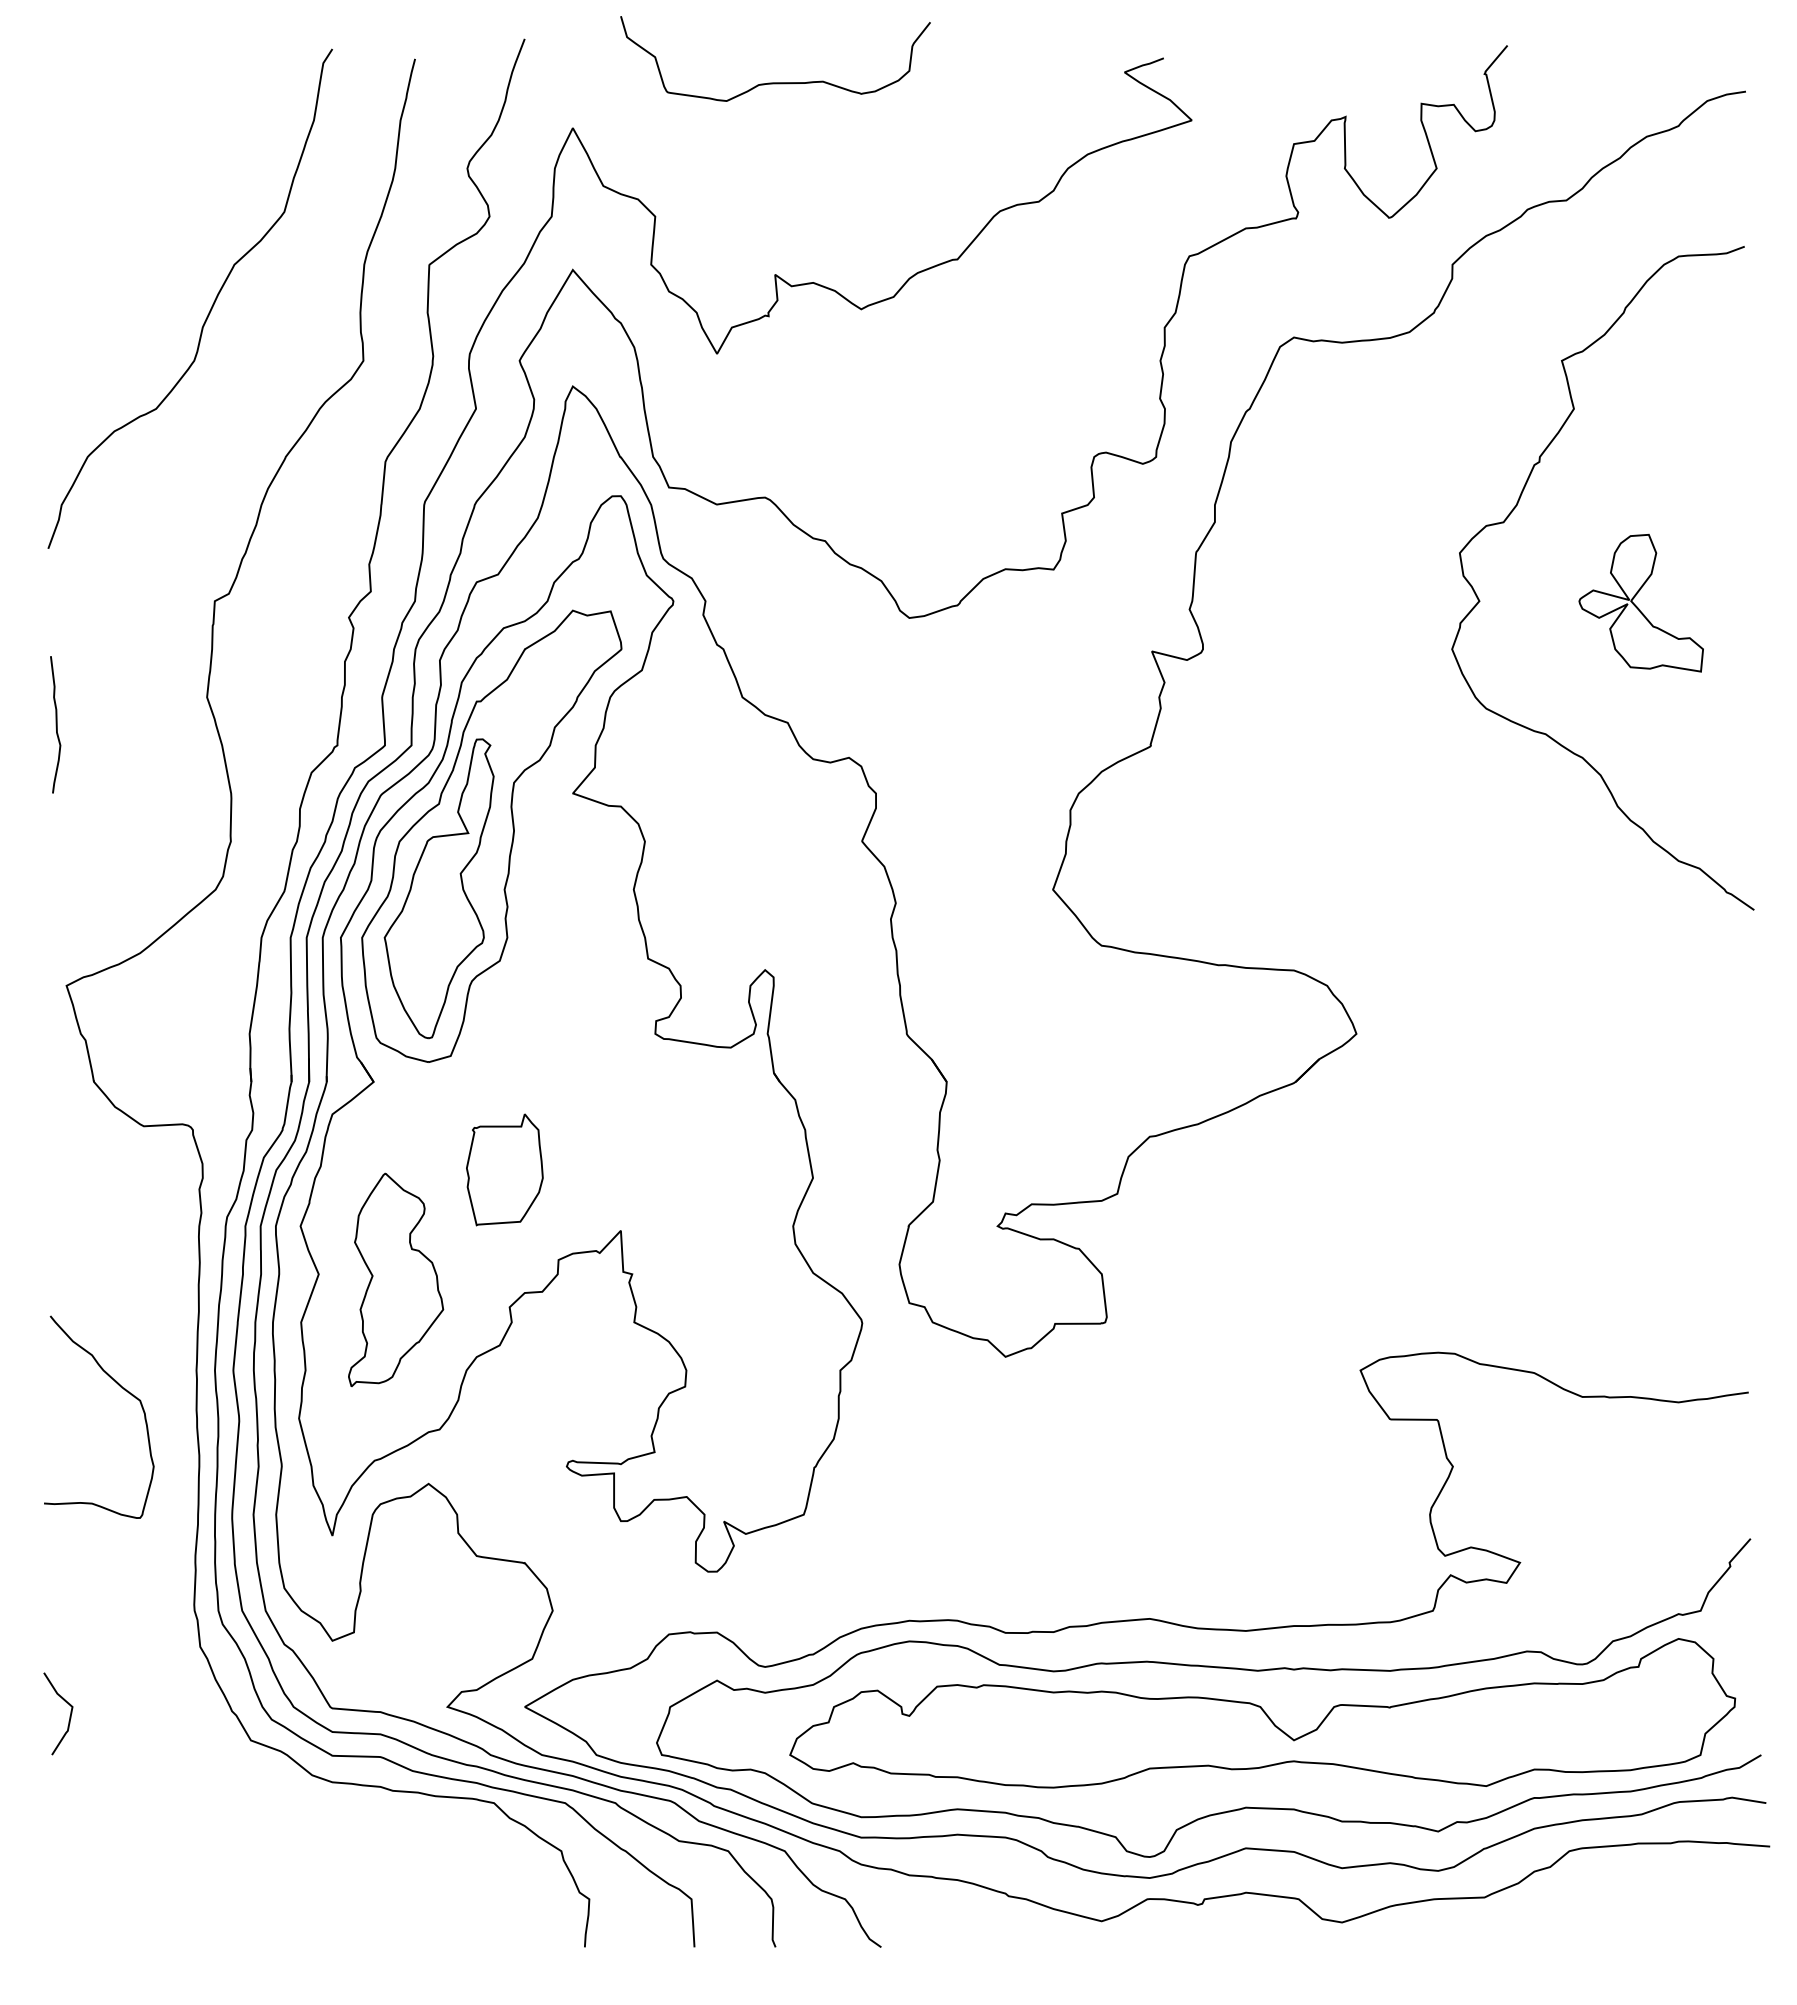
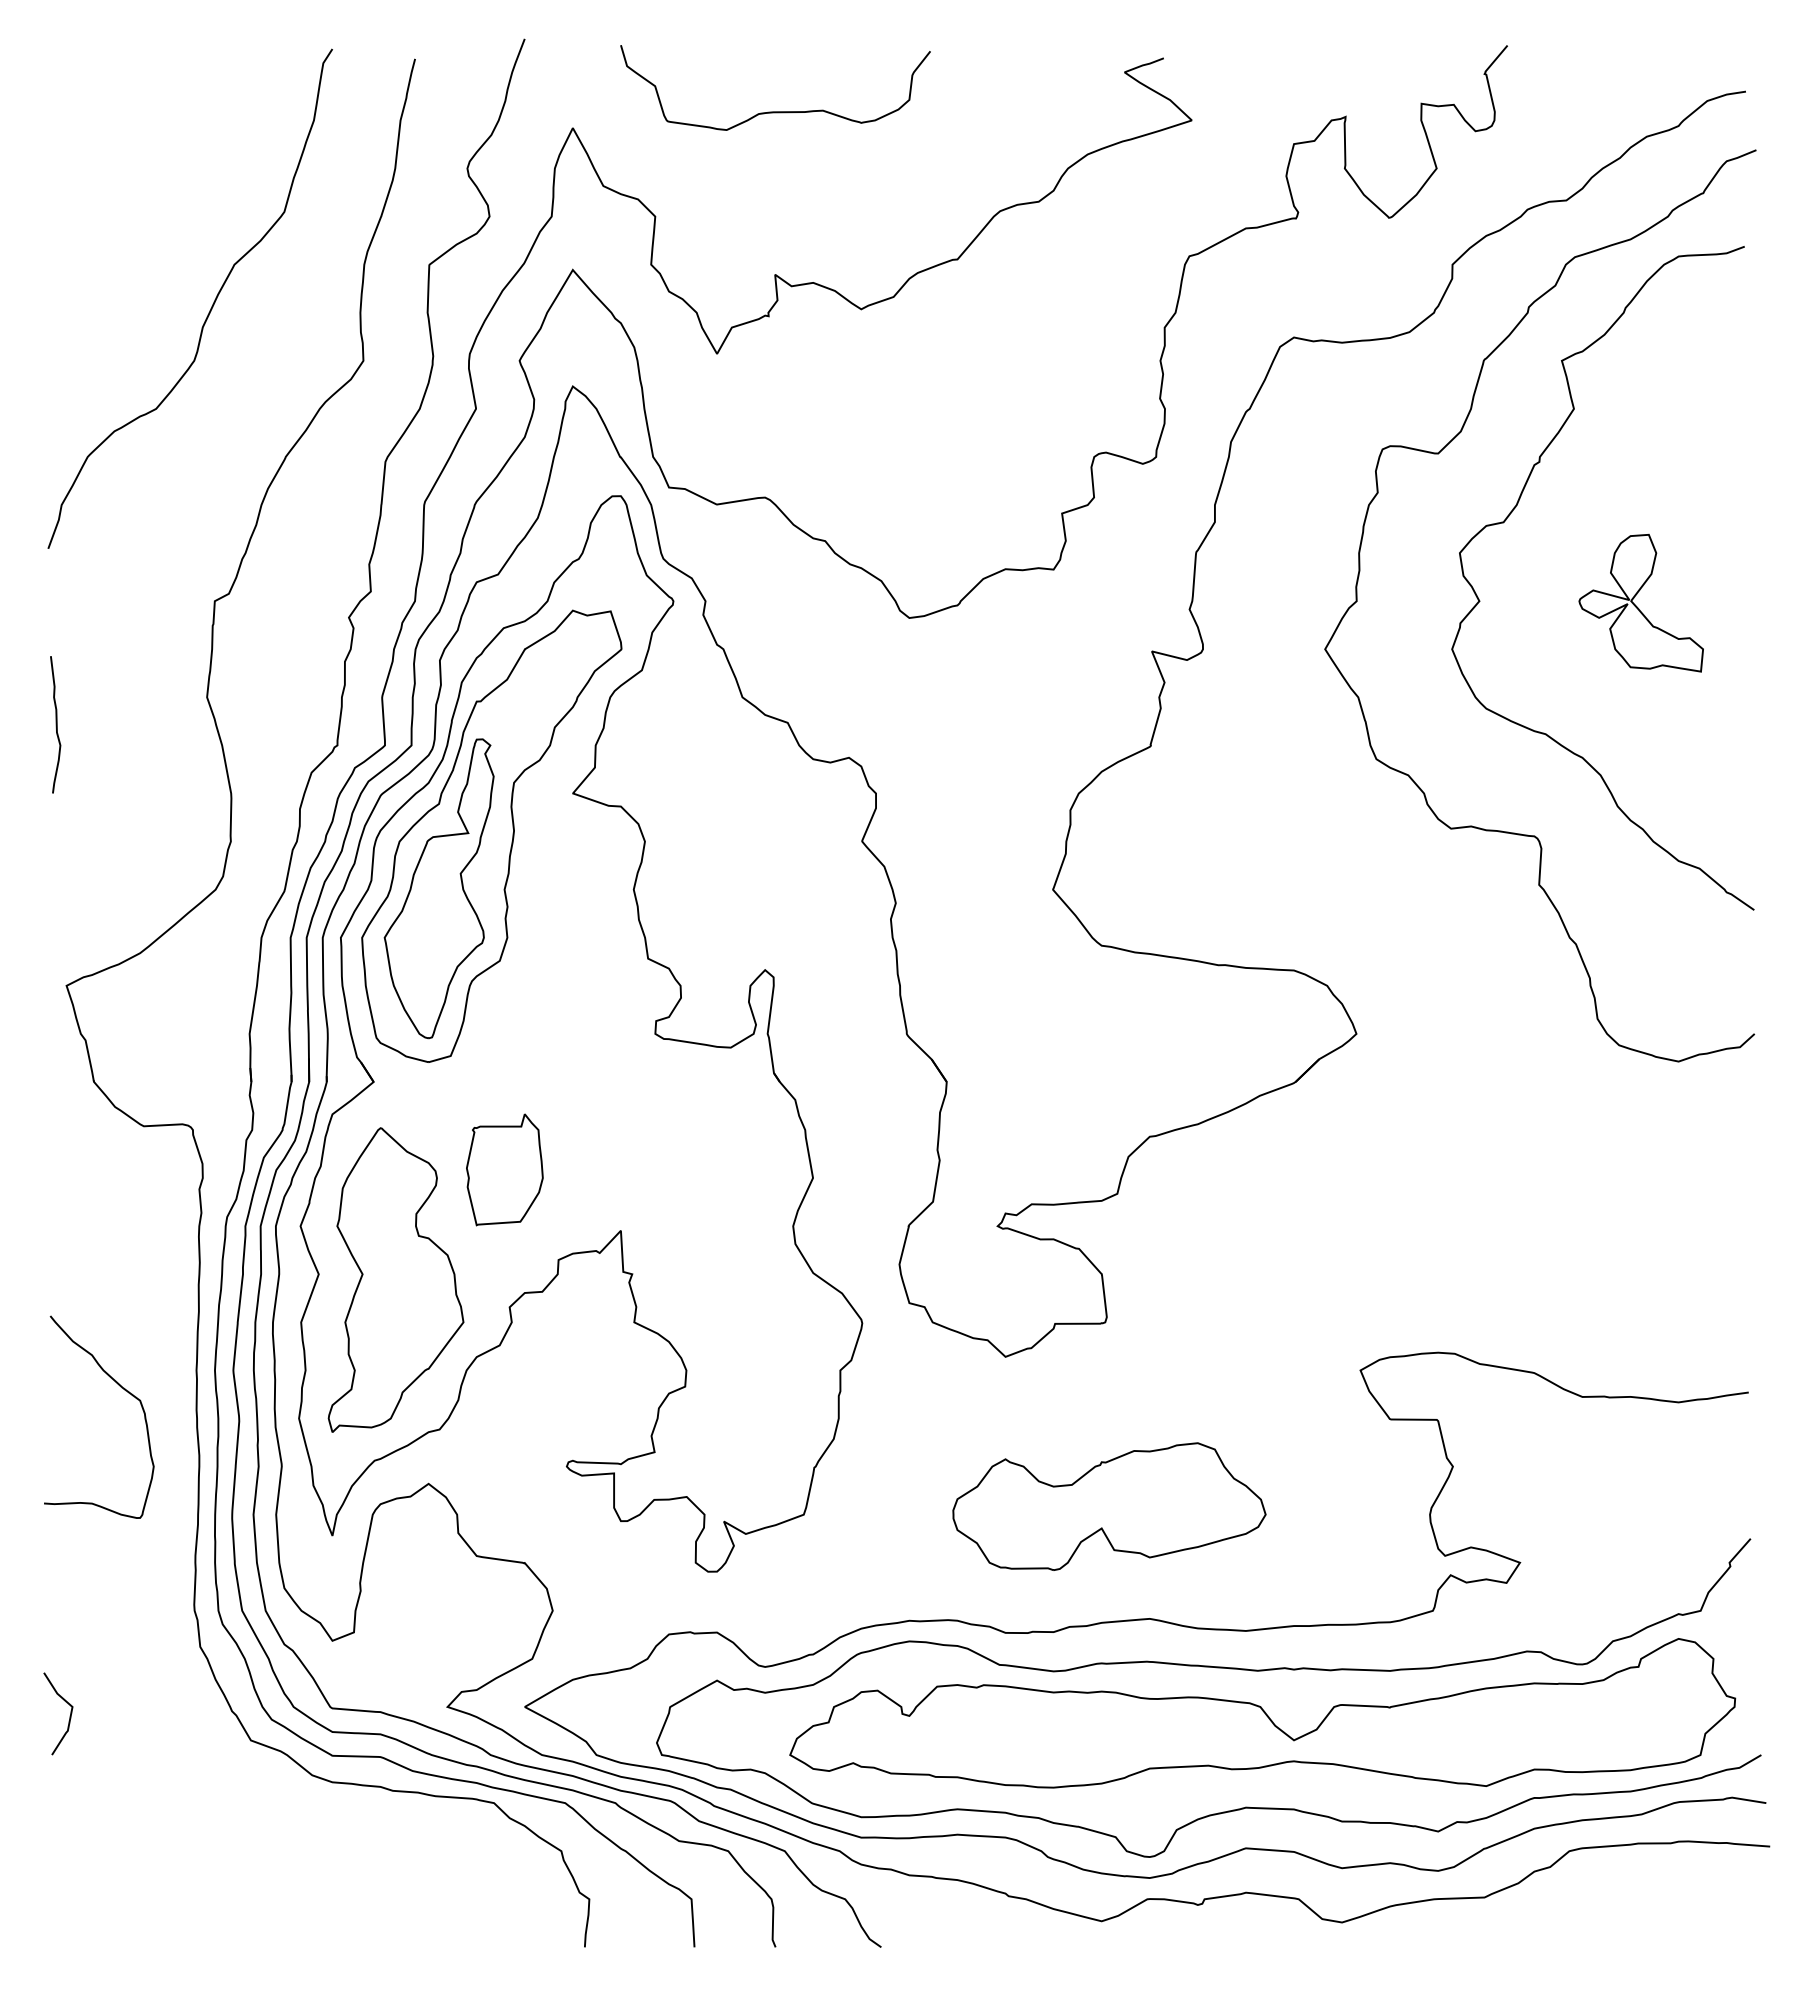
curve at (775, 82) position: (775, 82) -> (775, 111)
curve at (1438, 454): none -> present
part at (396, 1279) size: 97x216 px -> 138x306 px
part at (1109, 1506): none -> present
